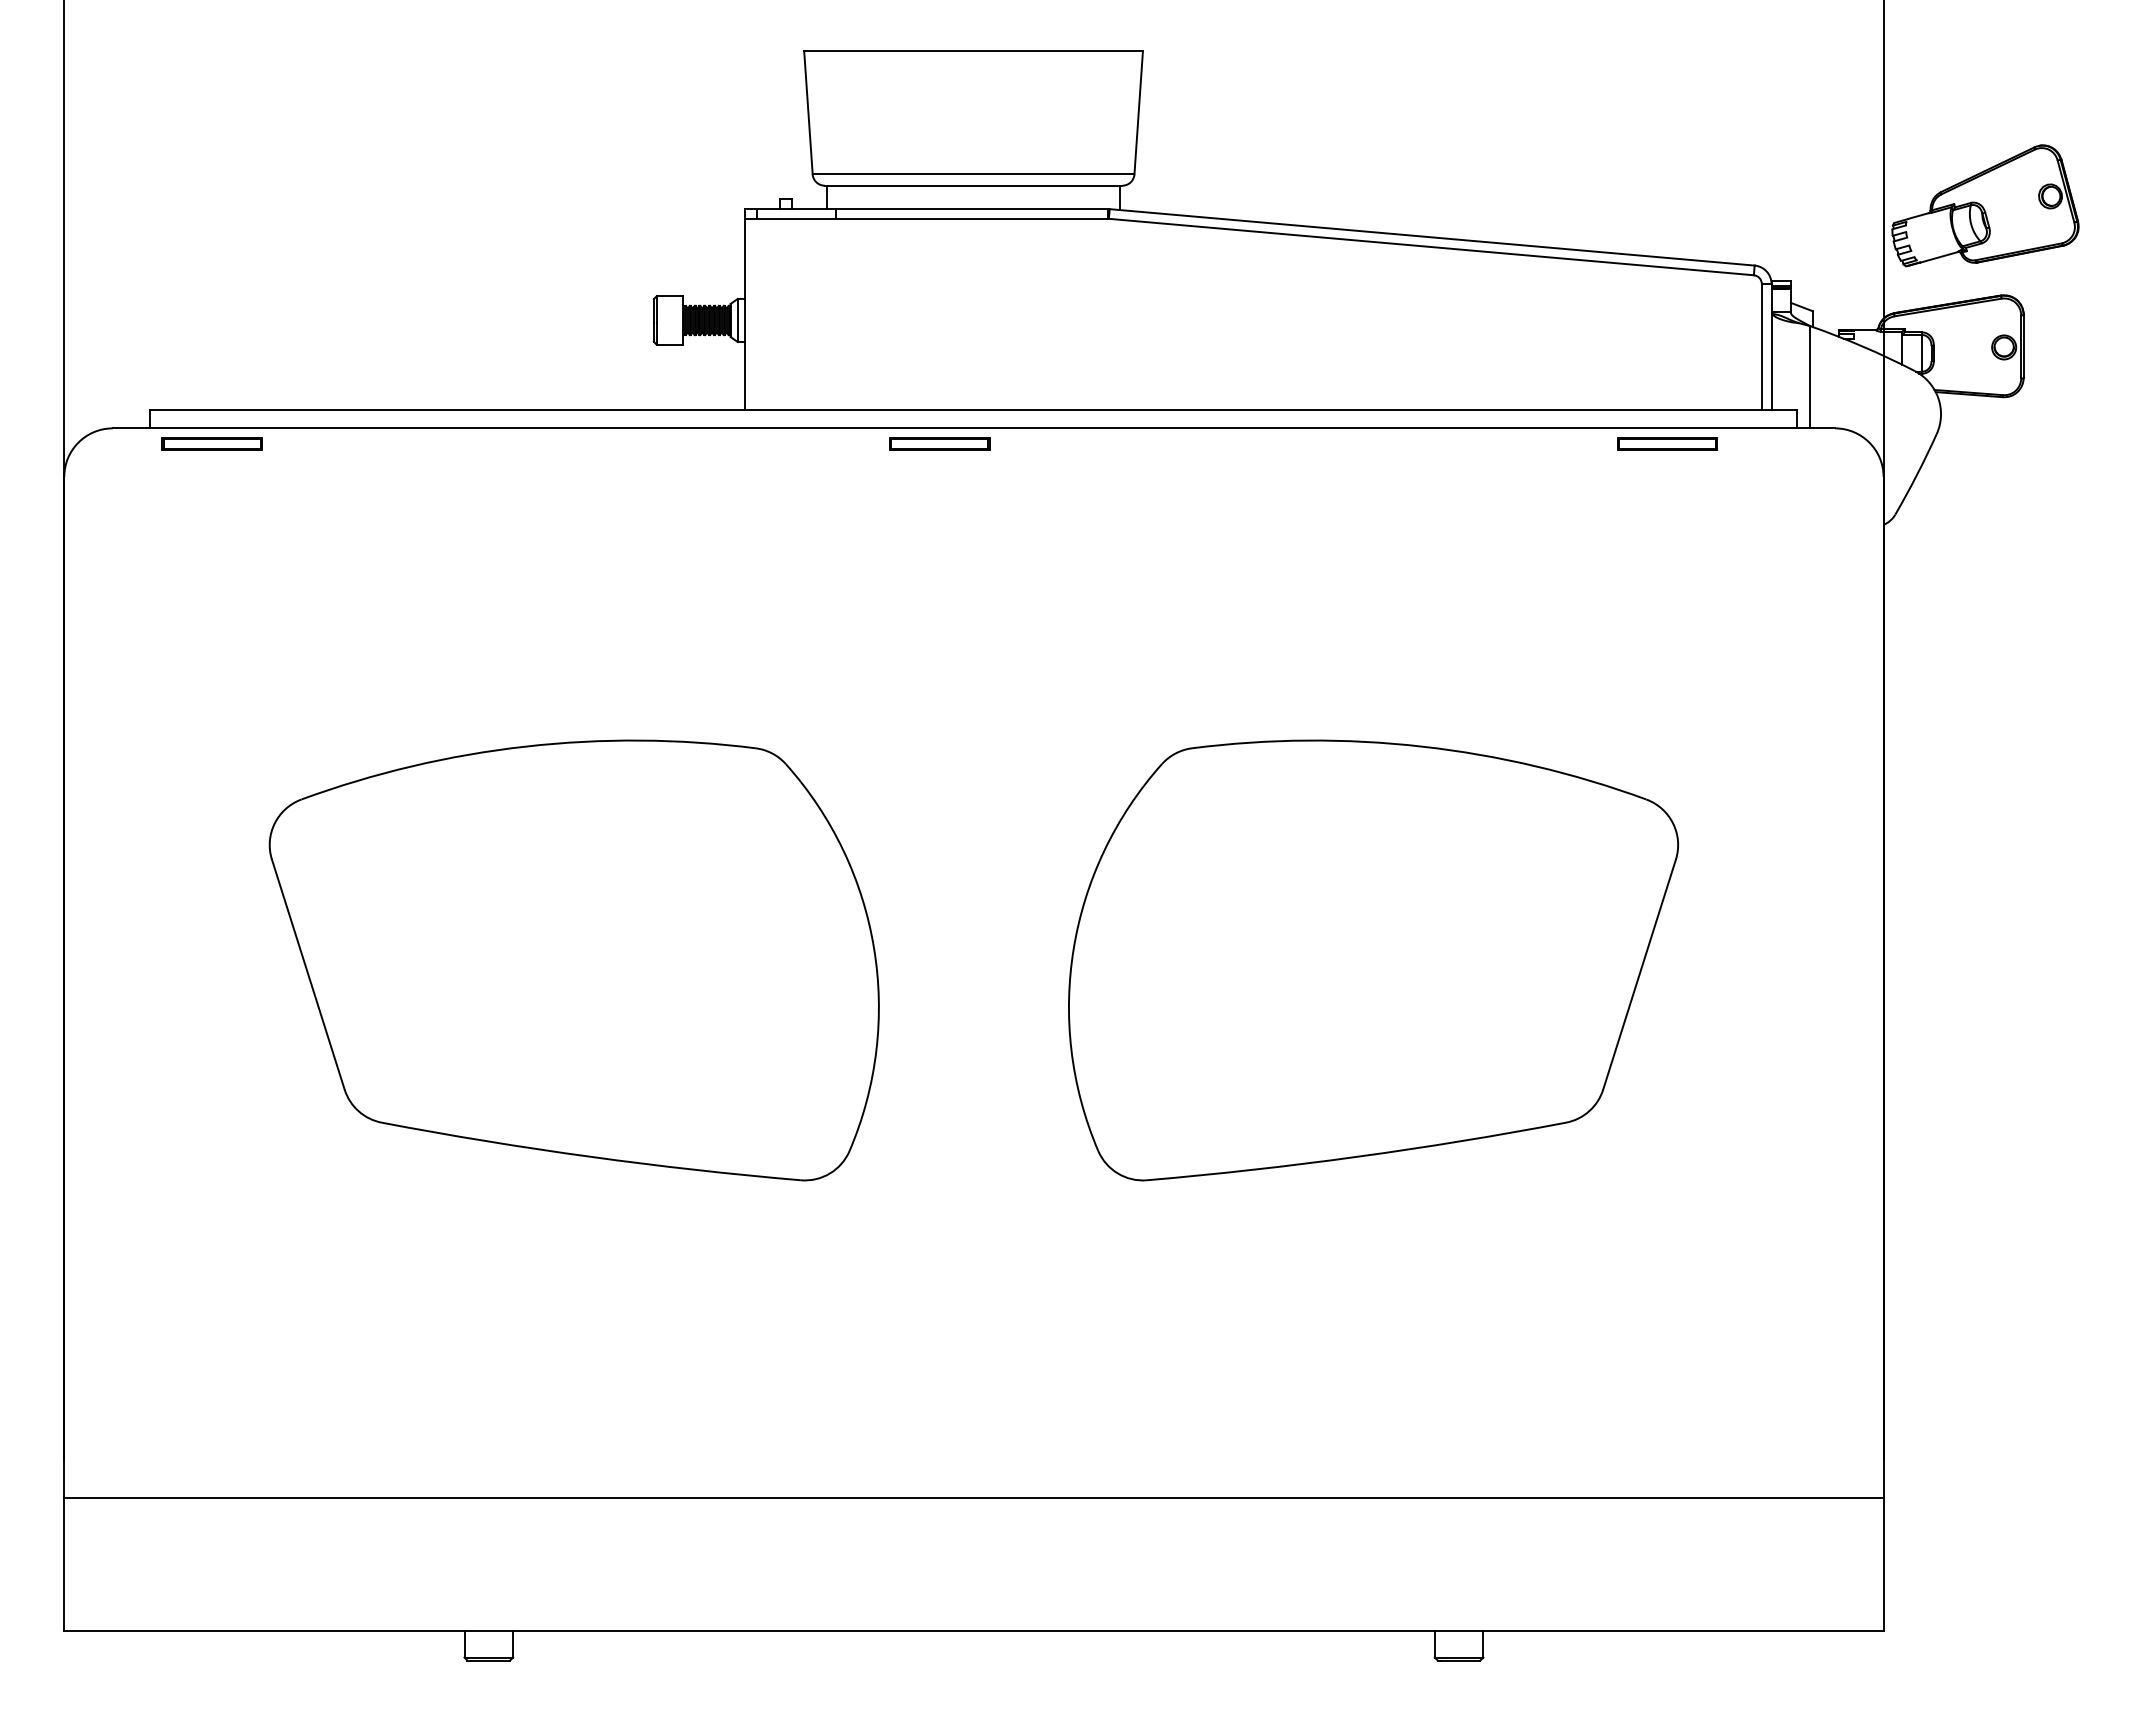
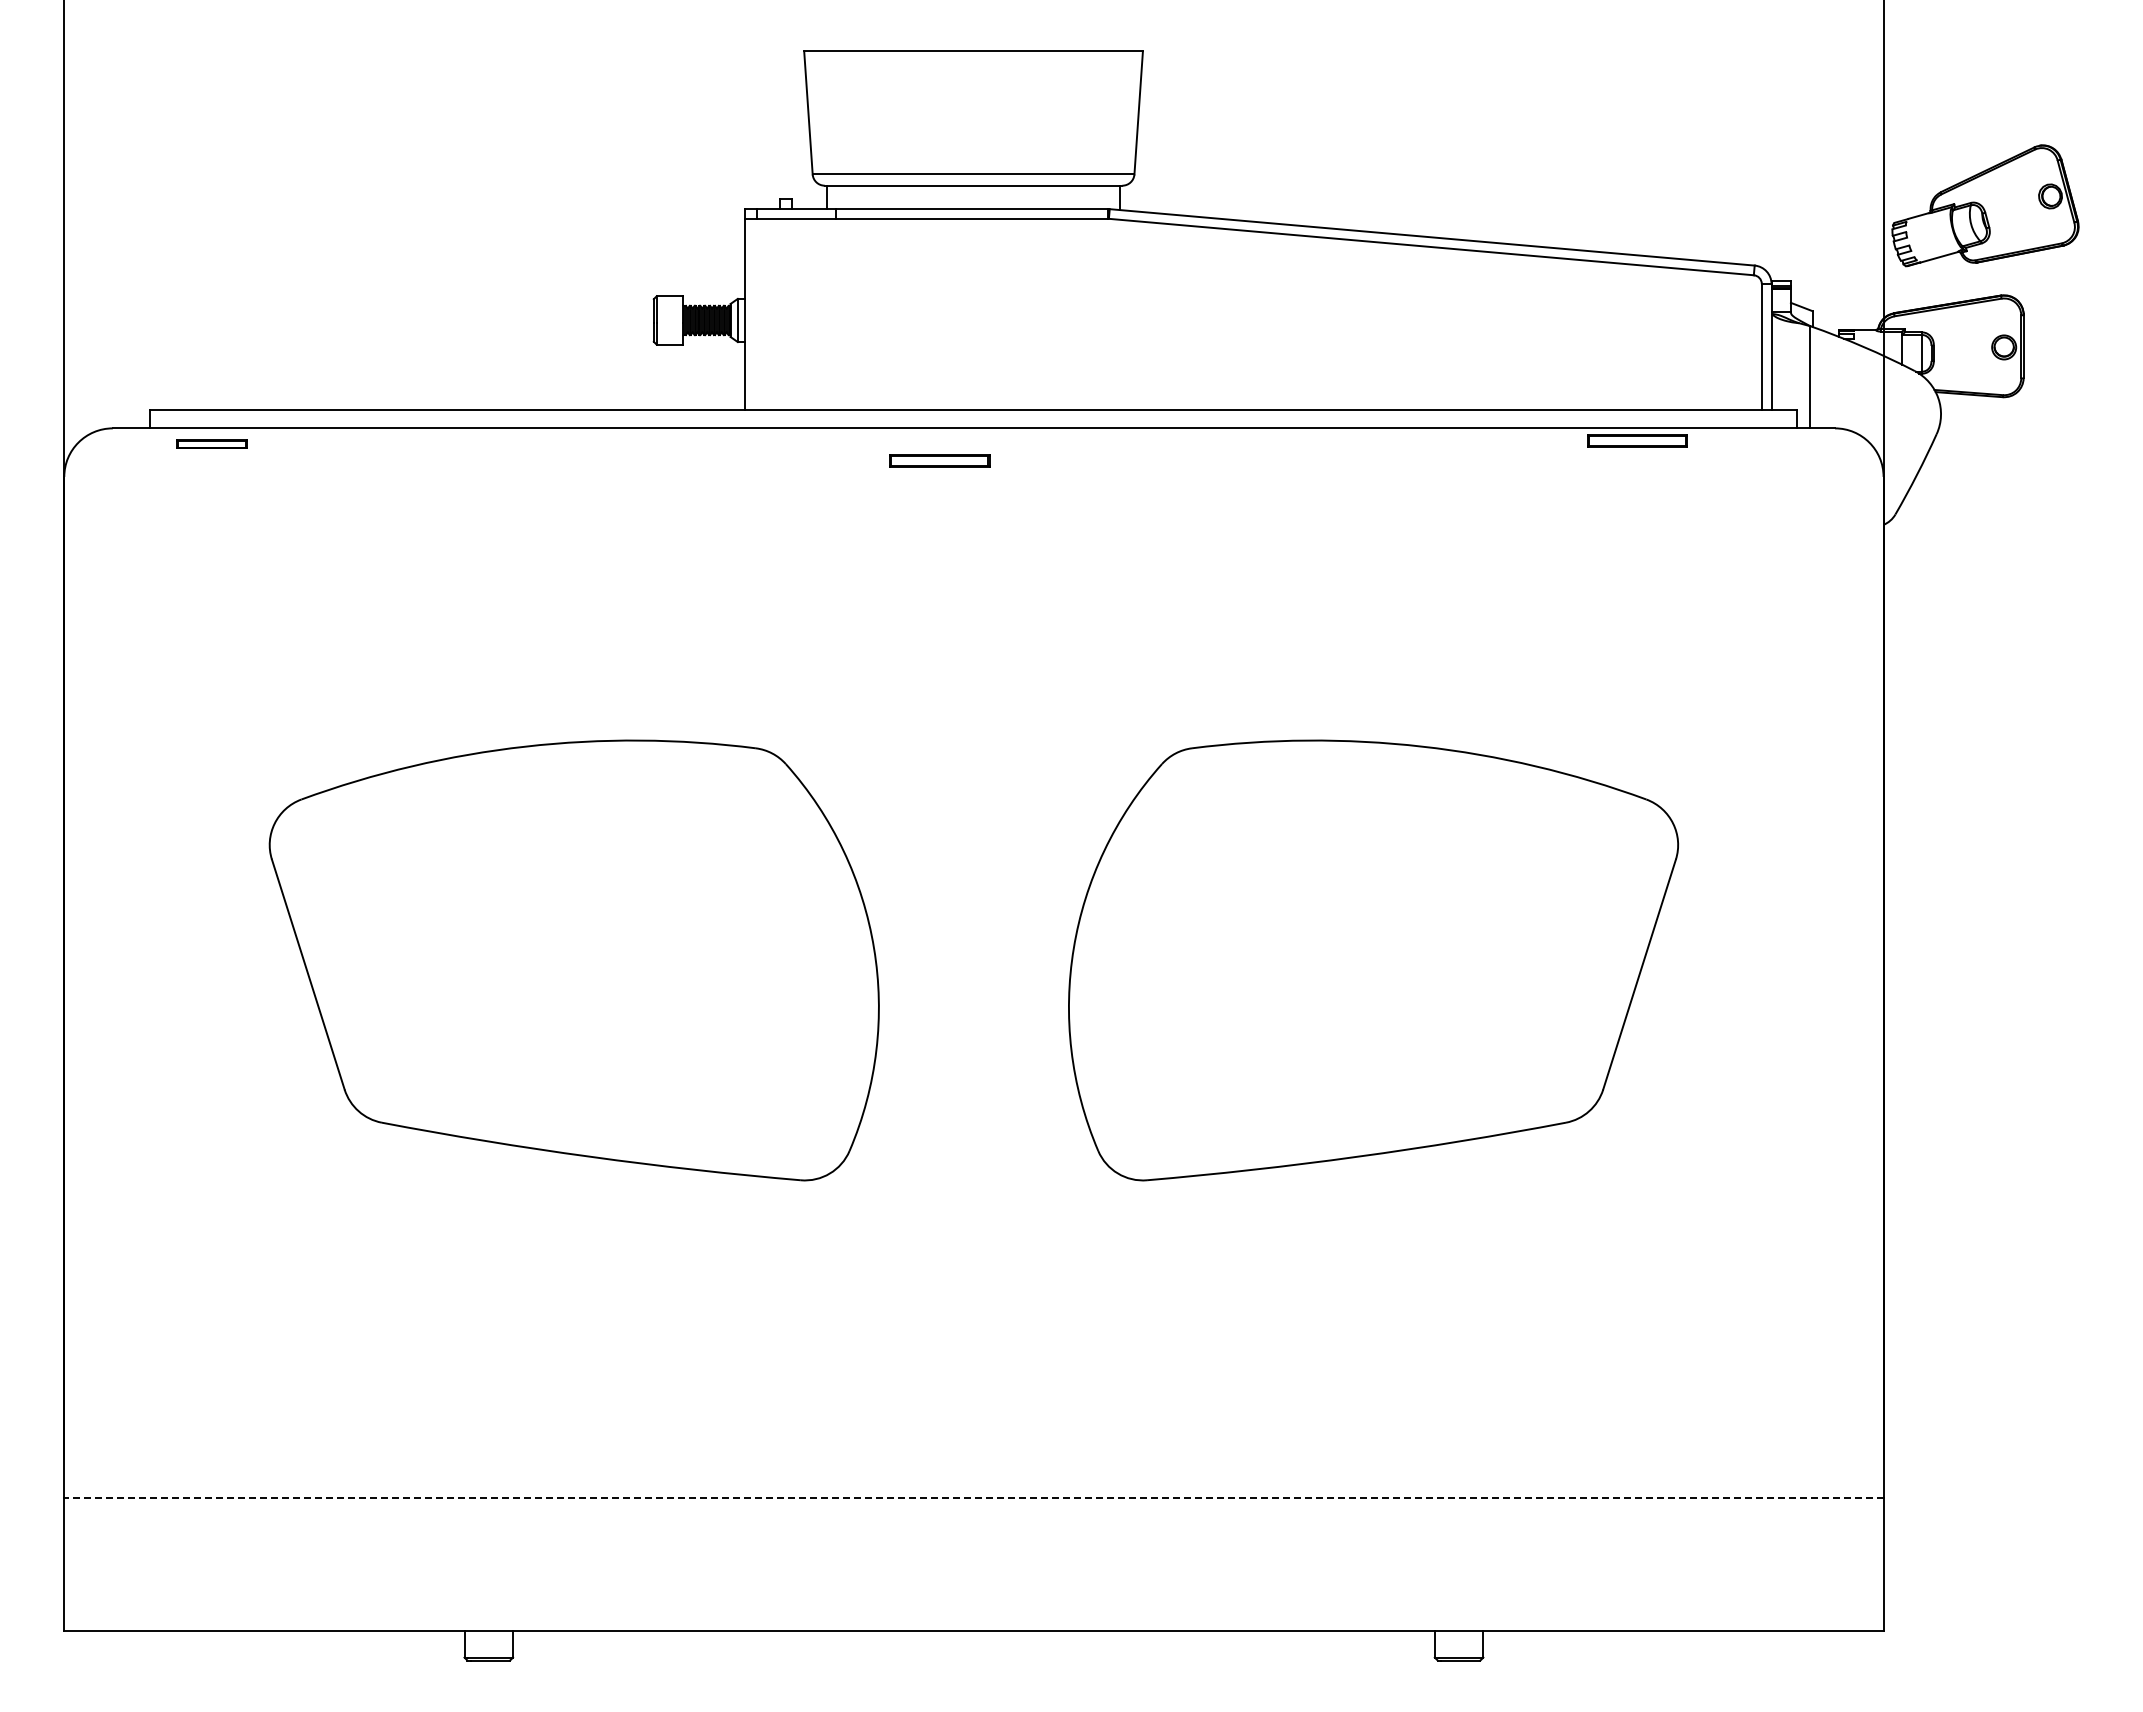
part at (211, 443) size: 102x14 px -> 72x10 px
part at (939, 443) position: (939, 443) -> (939, 460)
part at (1667, 443) position: (1667, 443) -> (1637, 440)
line at (973, 1497): solid -> dashed
